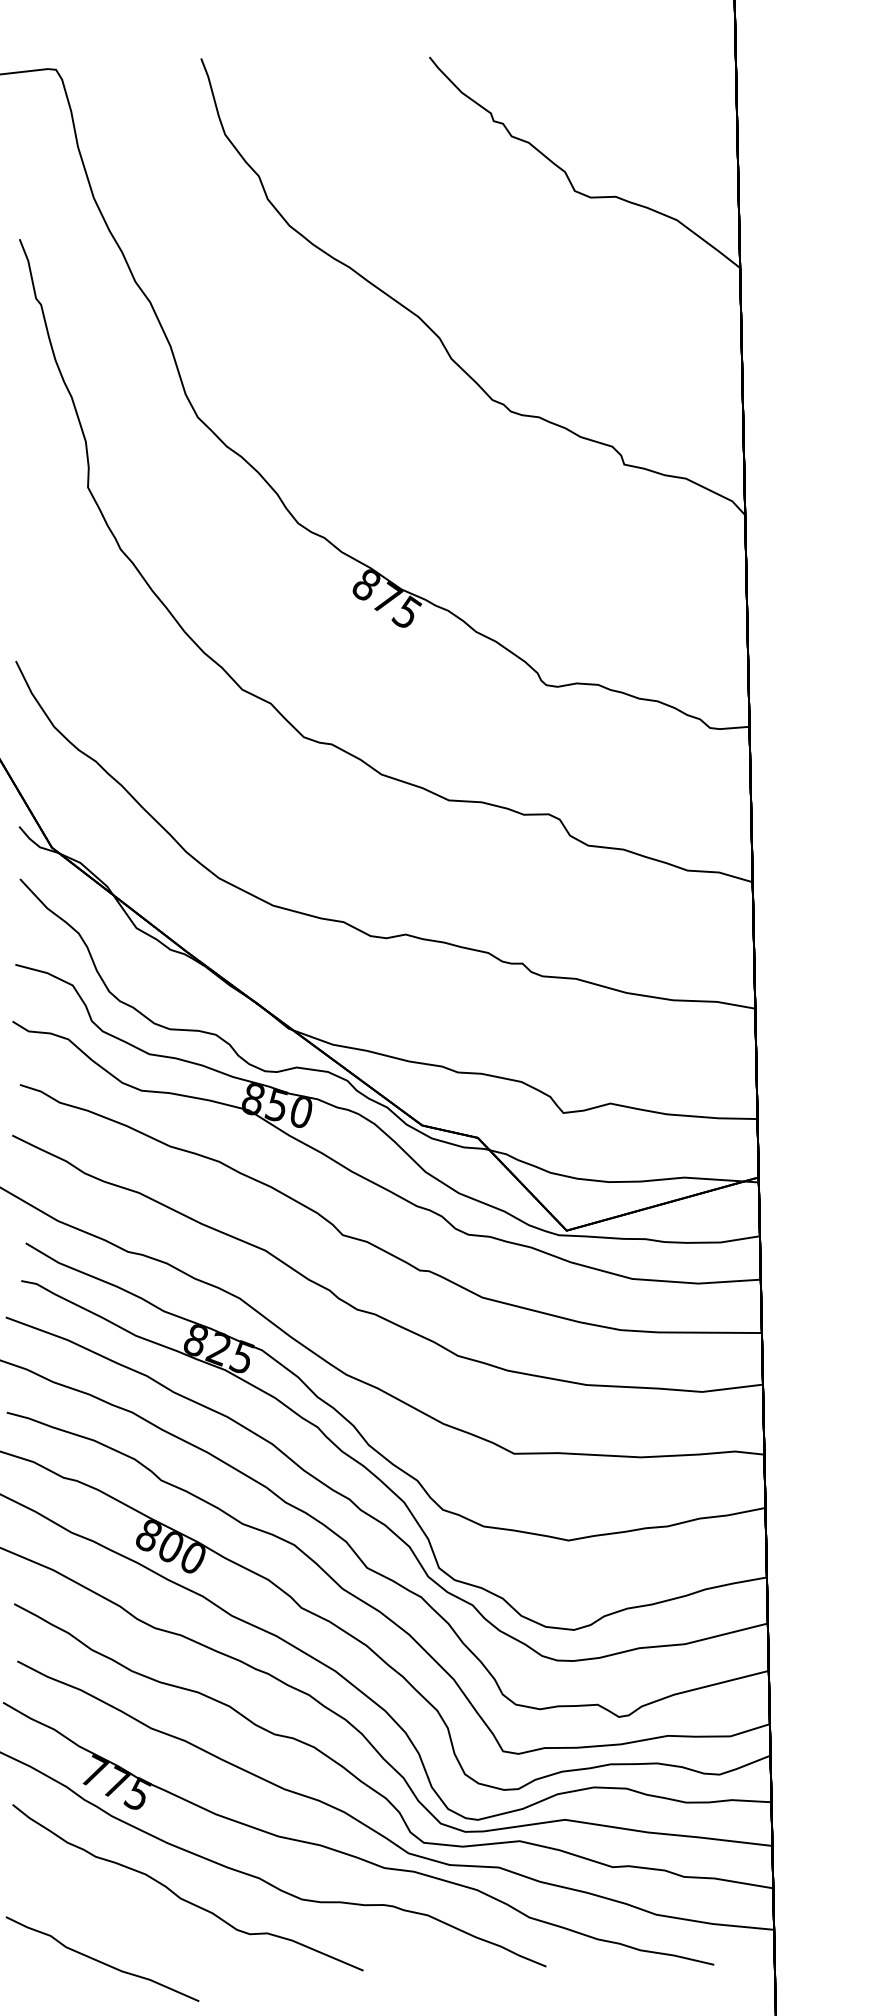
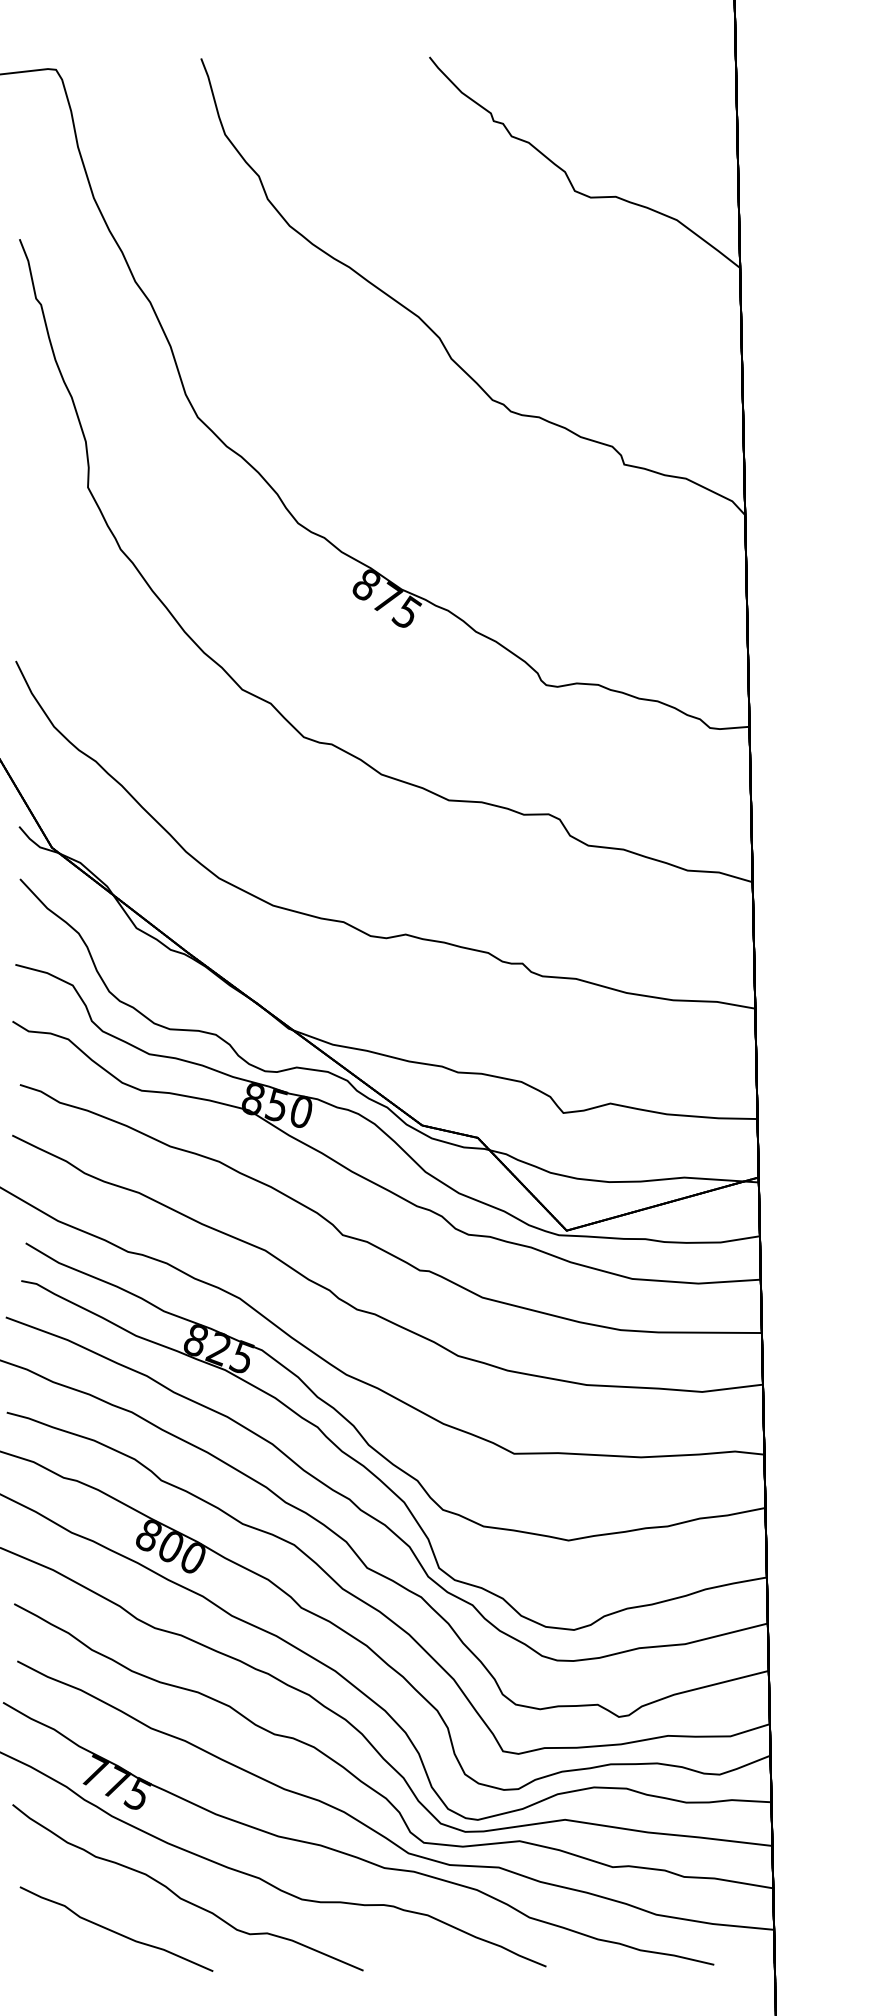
curve at (102, 1961) position: (102, 1961) -> (116, 1931)
